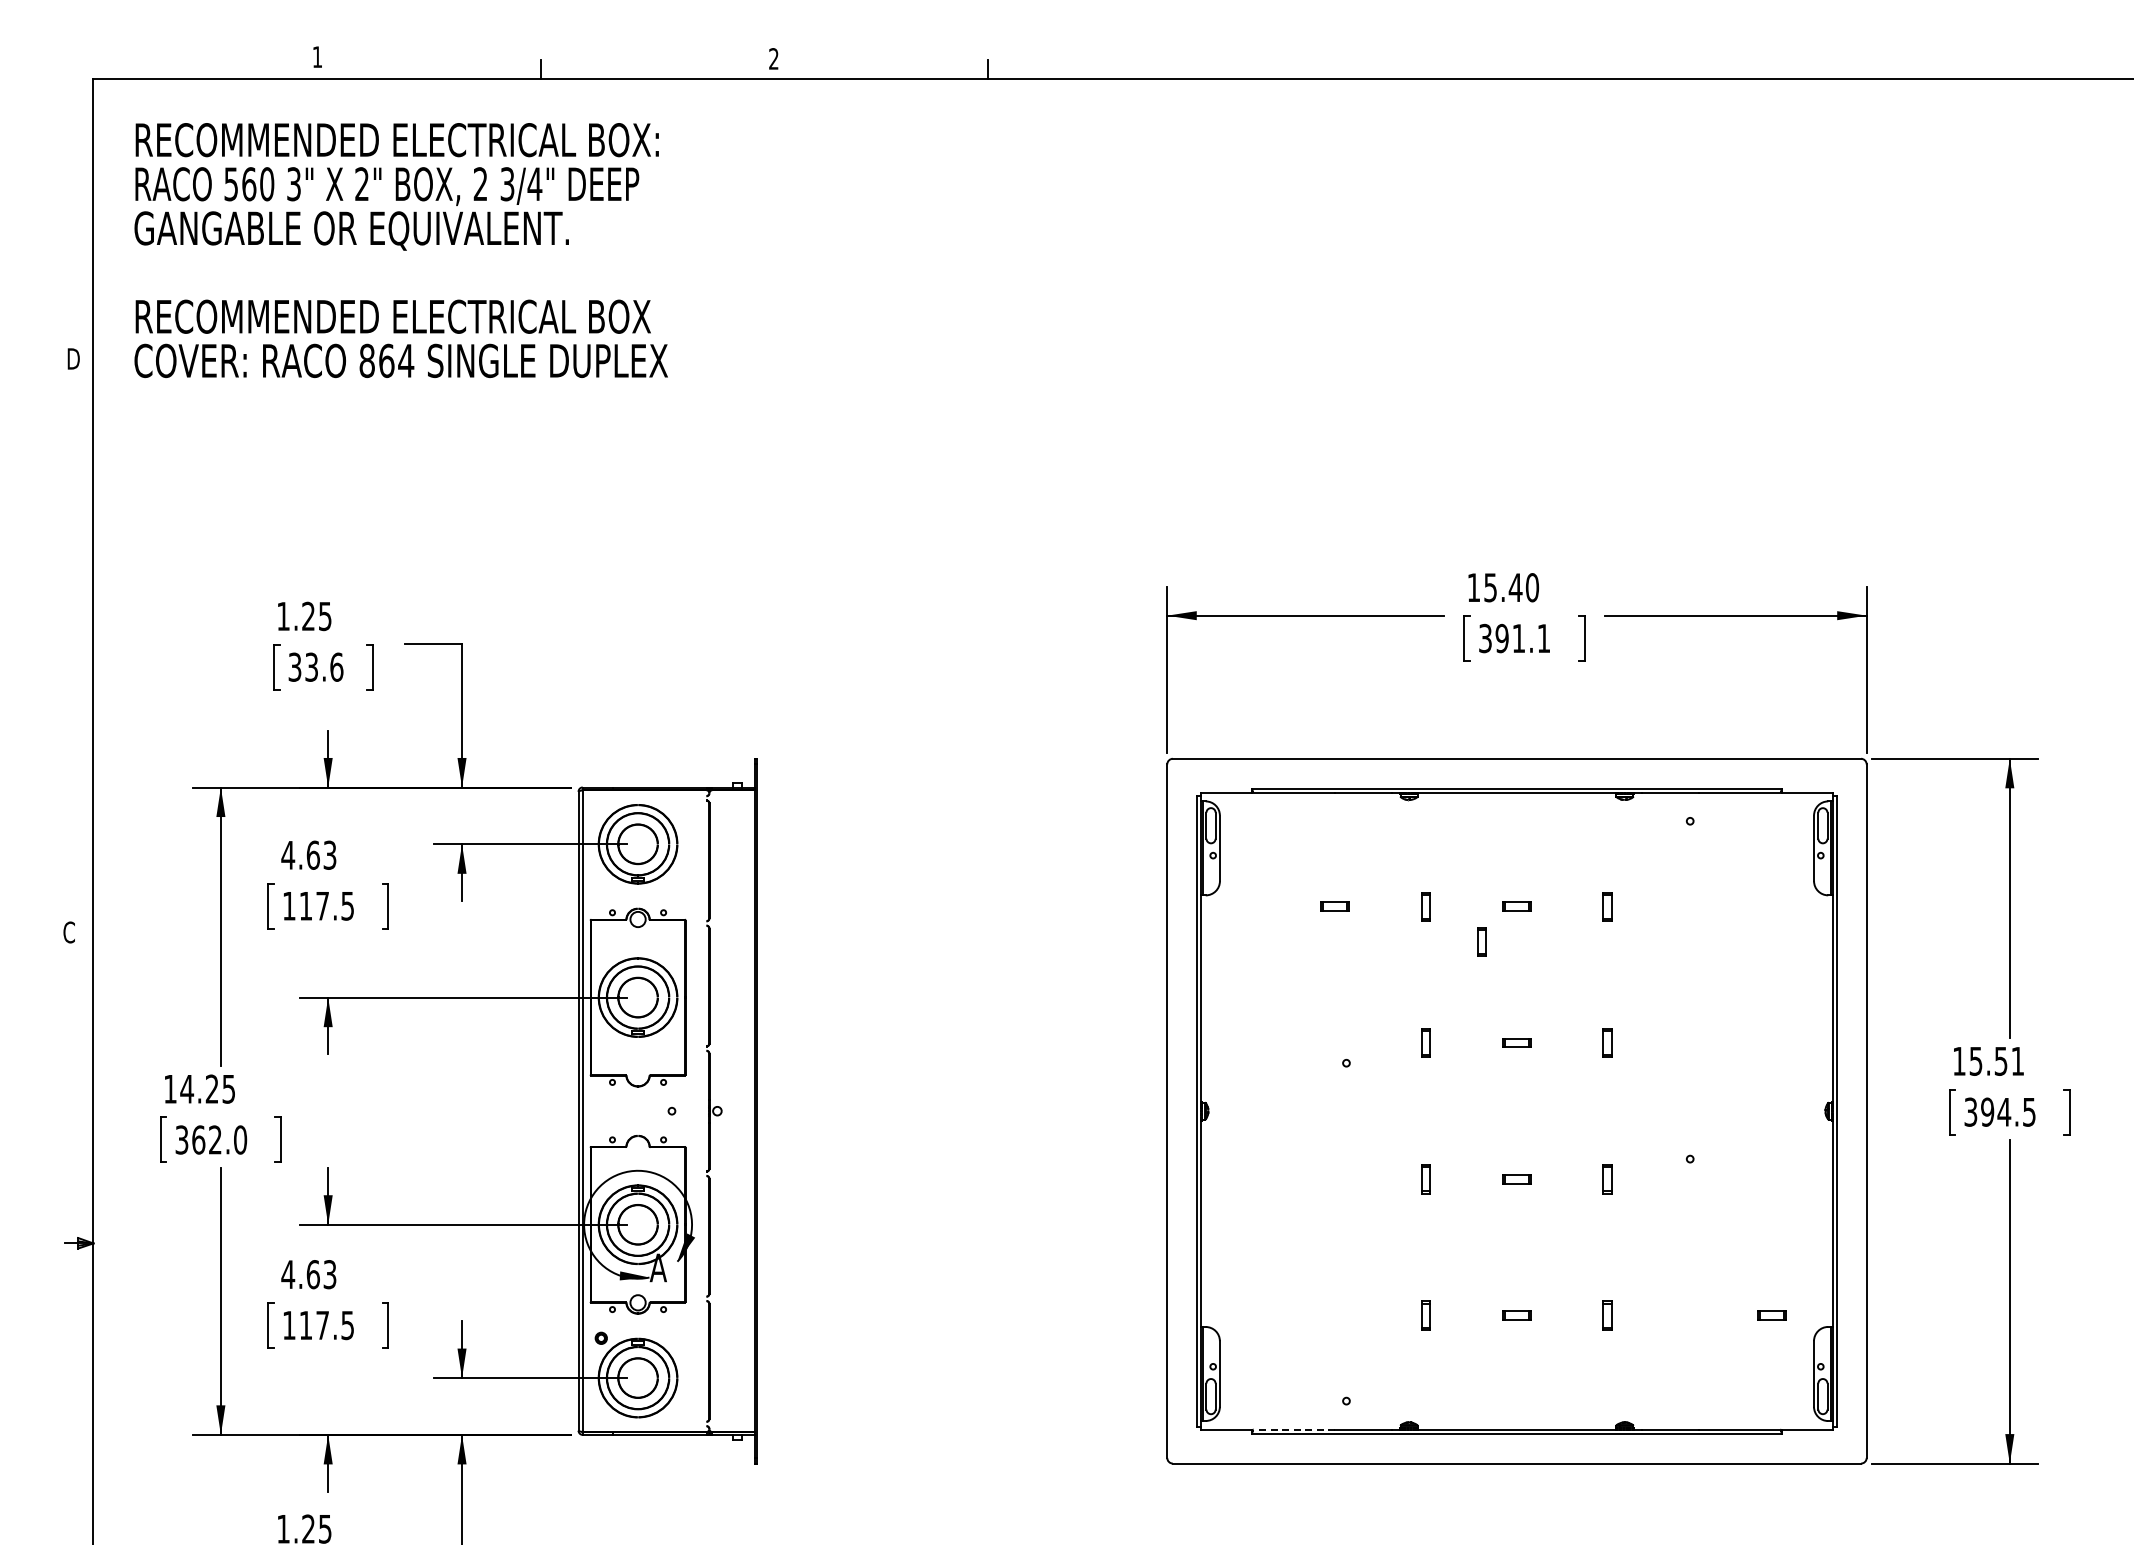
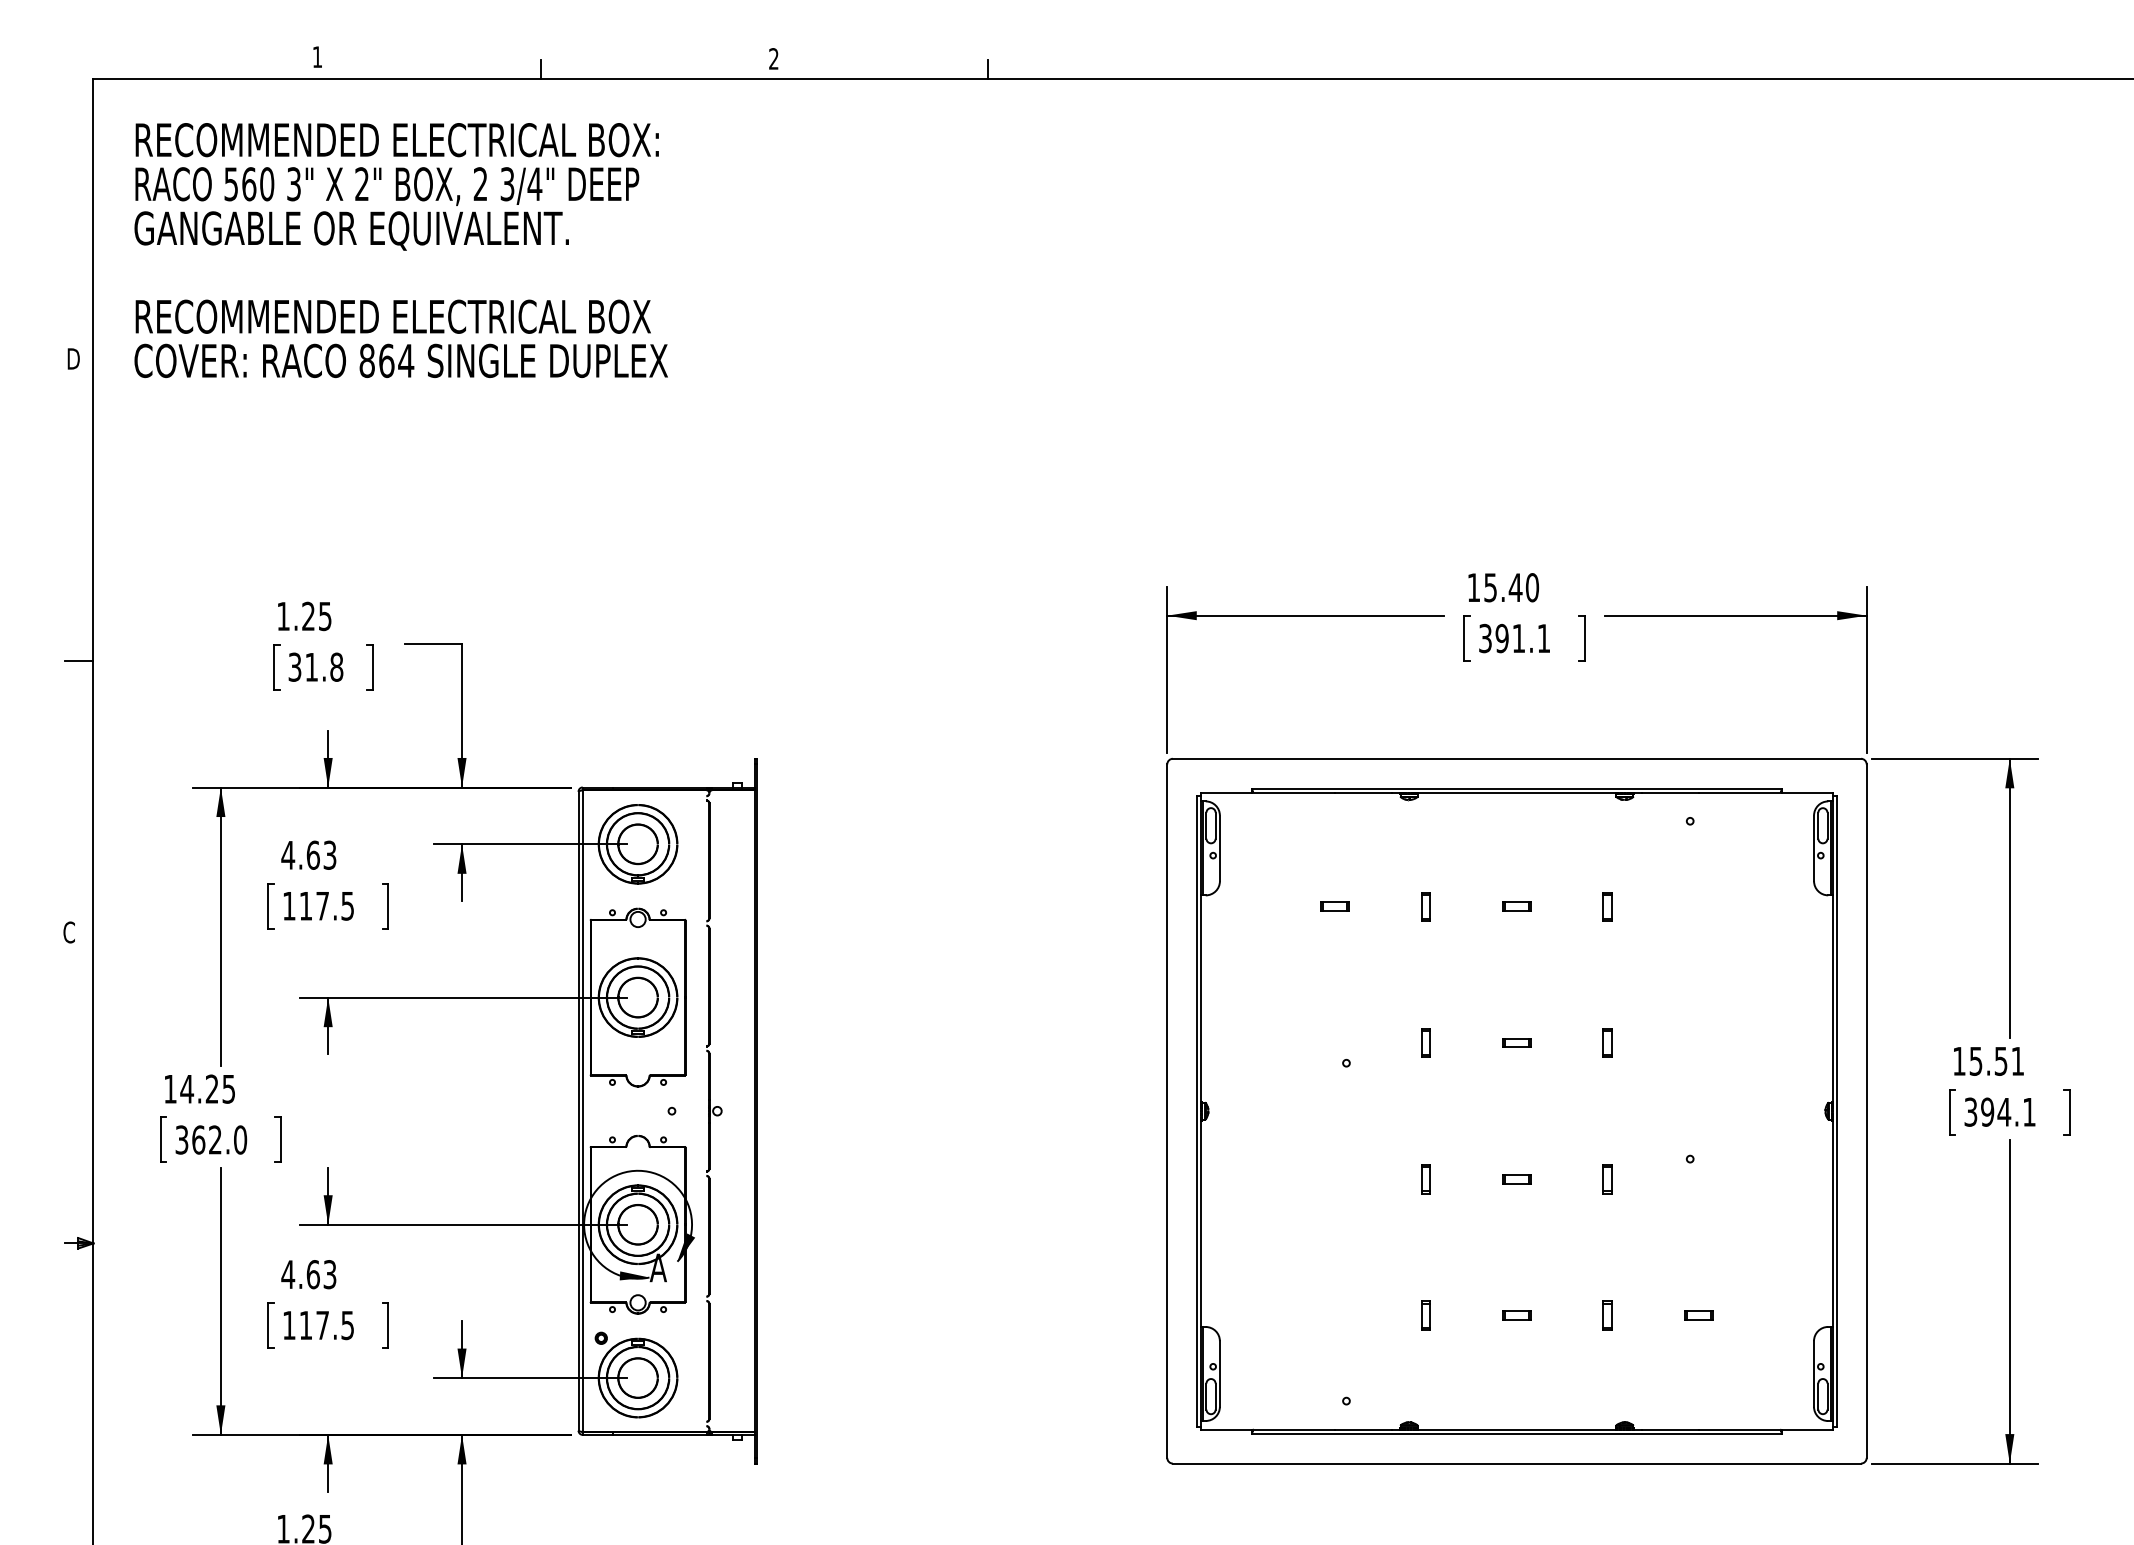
line at (79, 661): none -> present
text at (324, 666): 33.6 -> 31.8
part at (1481, 941): present -> none
text at (2029, 1112): 394.5 -> 394.1
part at (1771, 1315) position: (1771, 1315) -> (1698, 1315)
line at (1294, 1429): dashed -> solid
